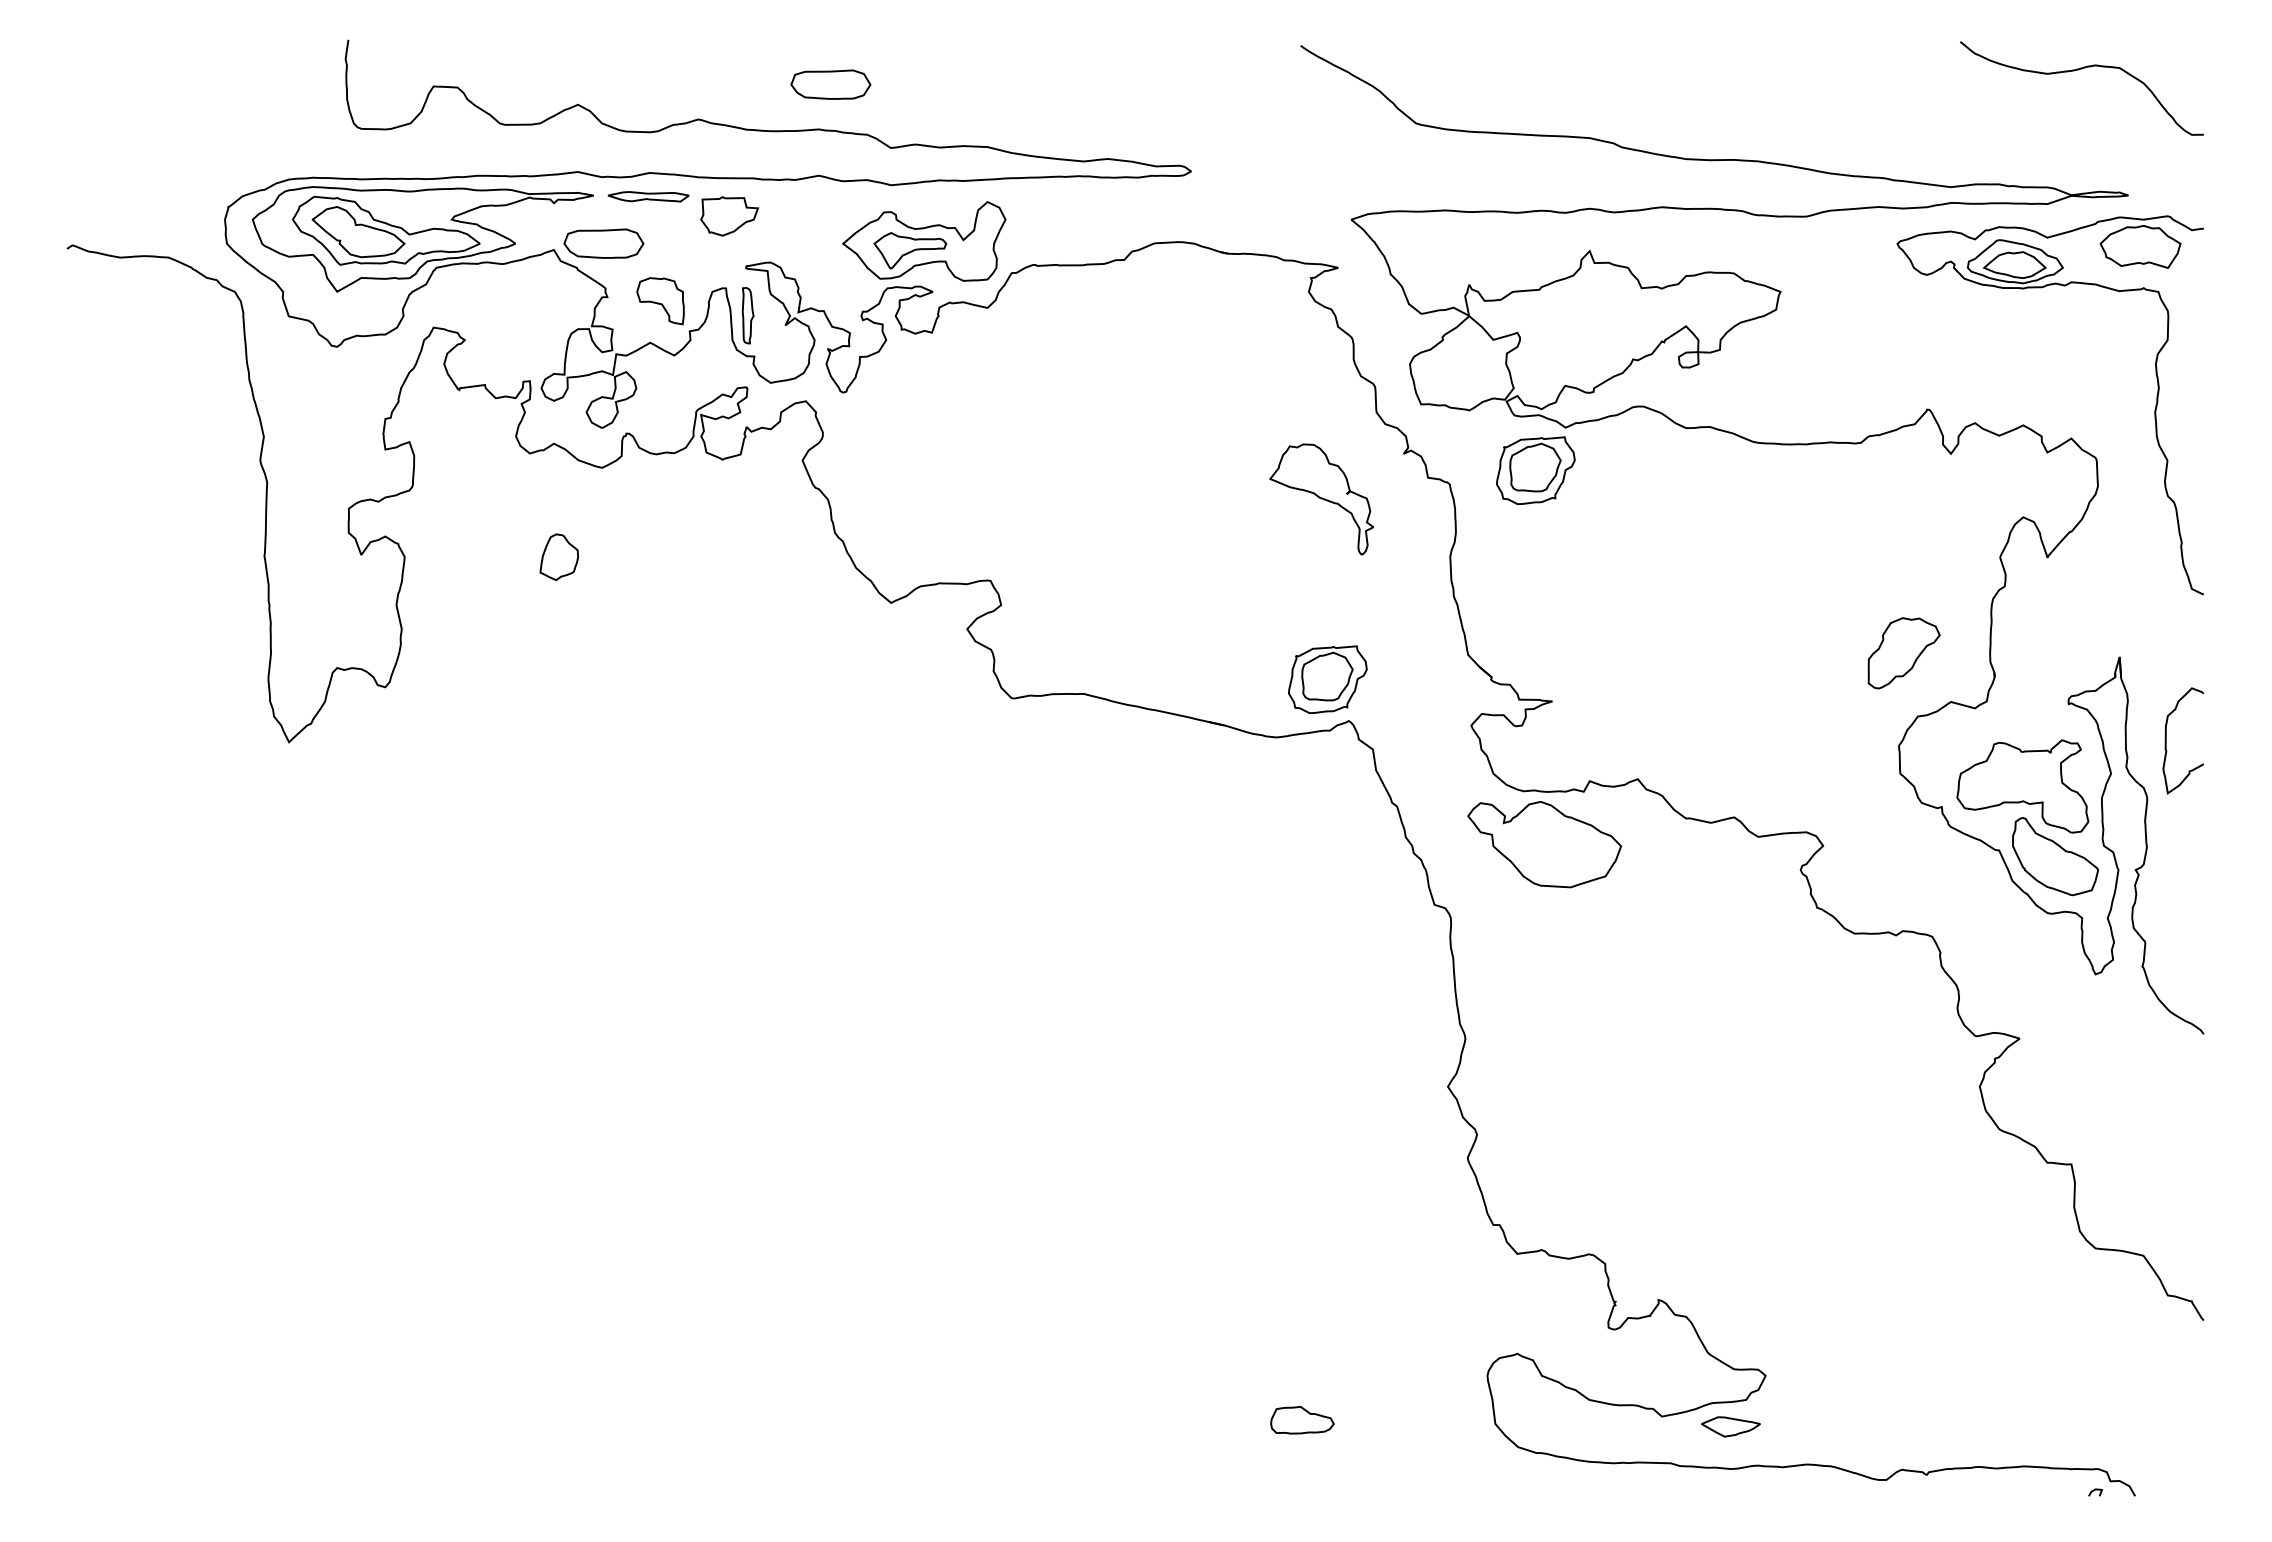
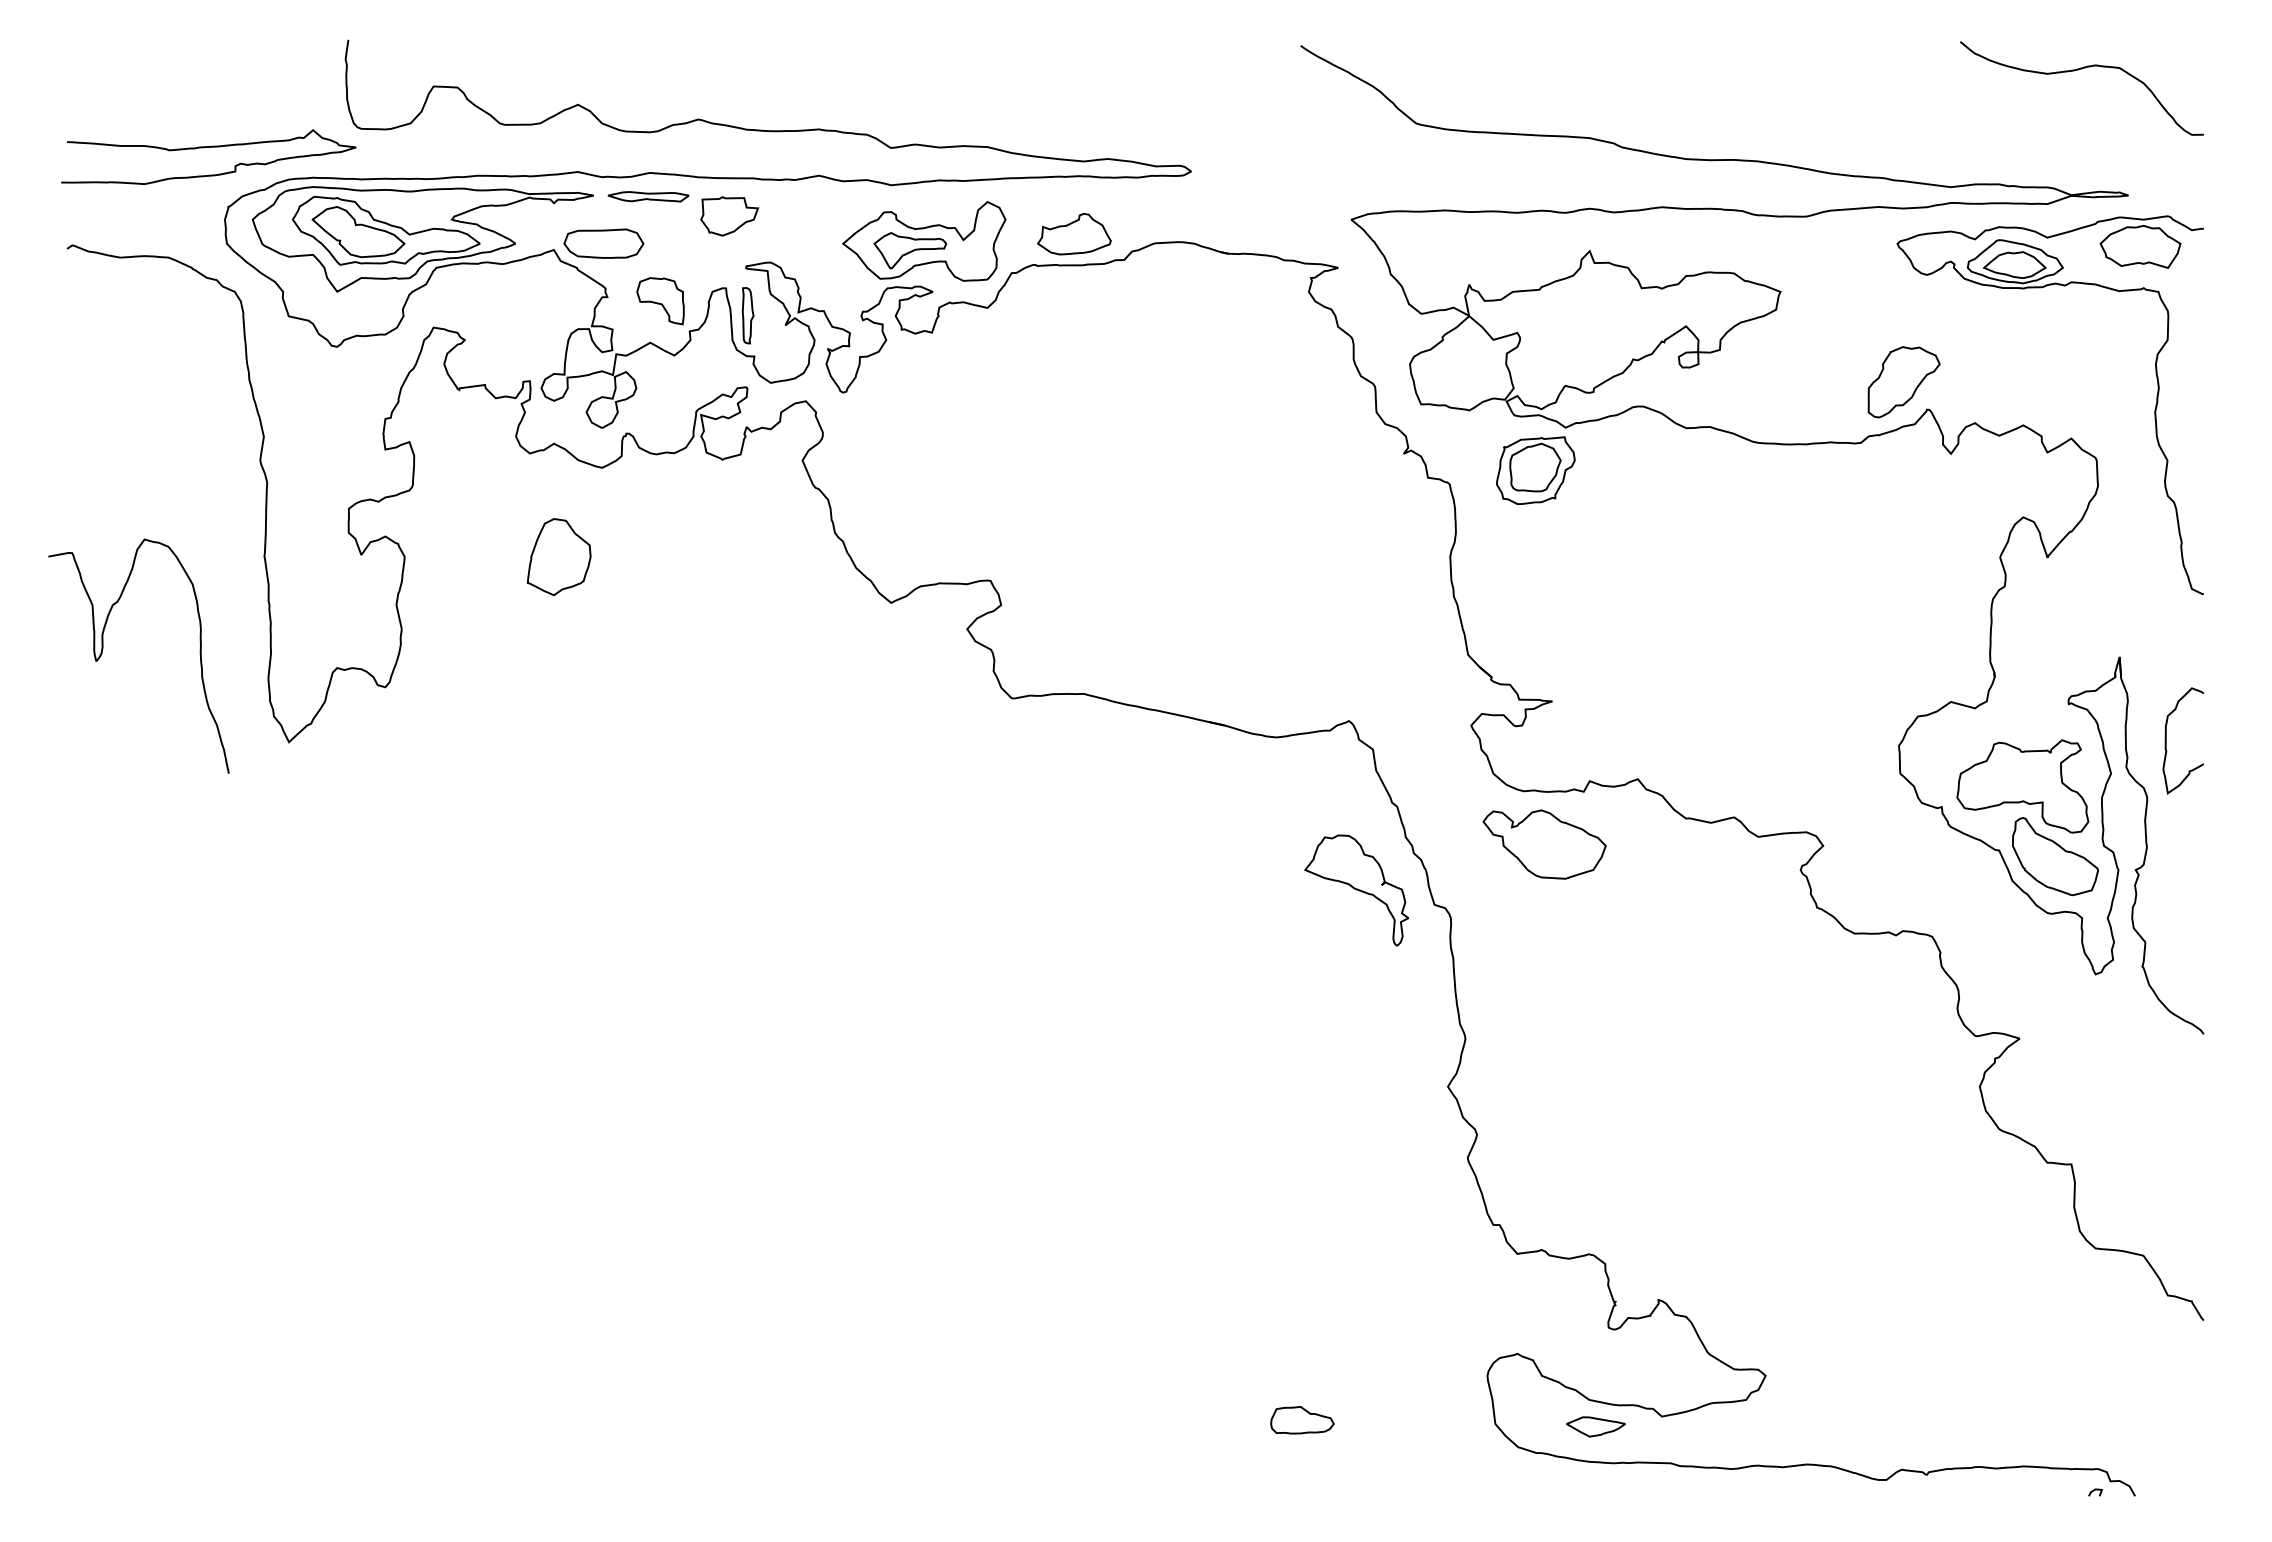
part at (830, 84): present -> none
curve at (204, 148): none -> present
part at (1074, 234): none -> present
part at (1321, 499) position: (1321, 499) -> (1356, 890)
part at (558, 556) size: 40x48 px -> 65x79 px
curve at (103, 649): none -> present
part at (1903, 653) position: (1903, 653) -> (1903, 382)
part at (1327, 679): present -> none
part at (1544, 844) size: 156x88 px -> 125x71 px
part at (1730, 1426) position: (1730, 1426) -> (1595, 1426)
